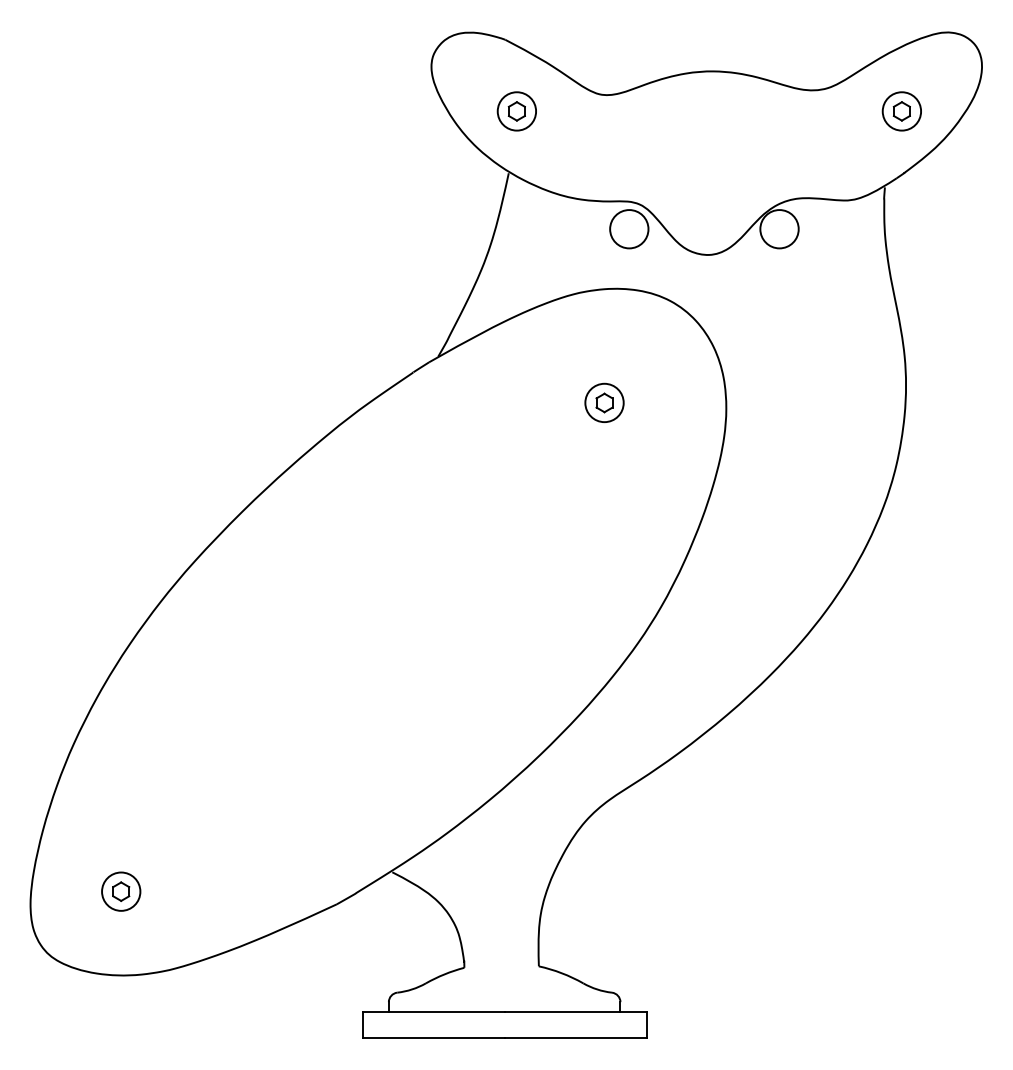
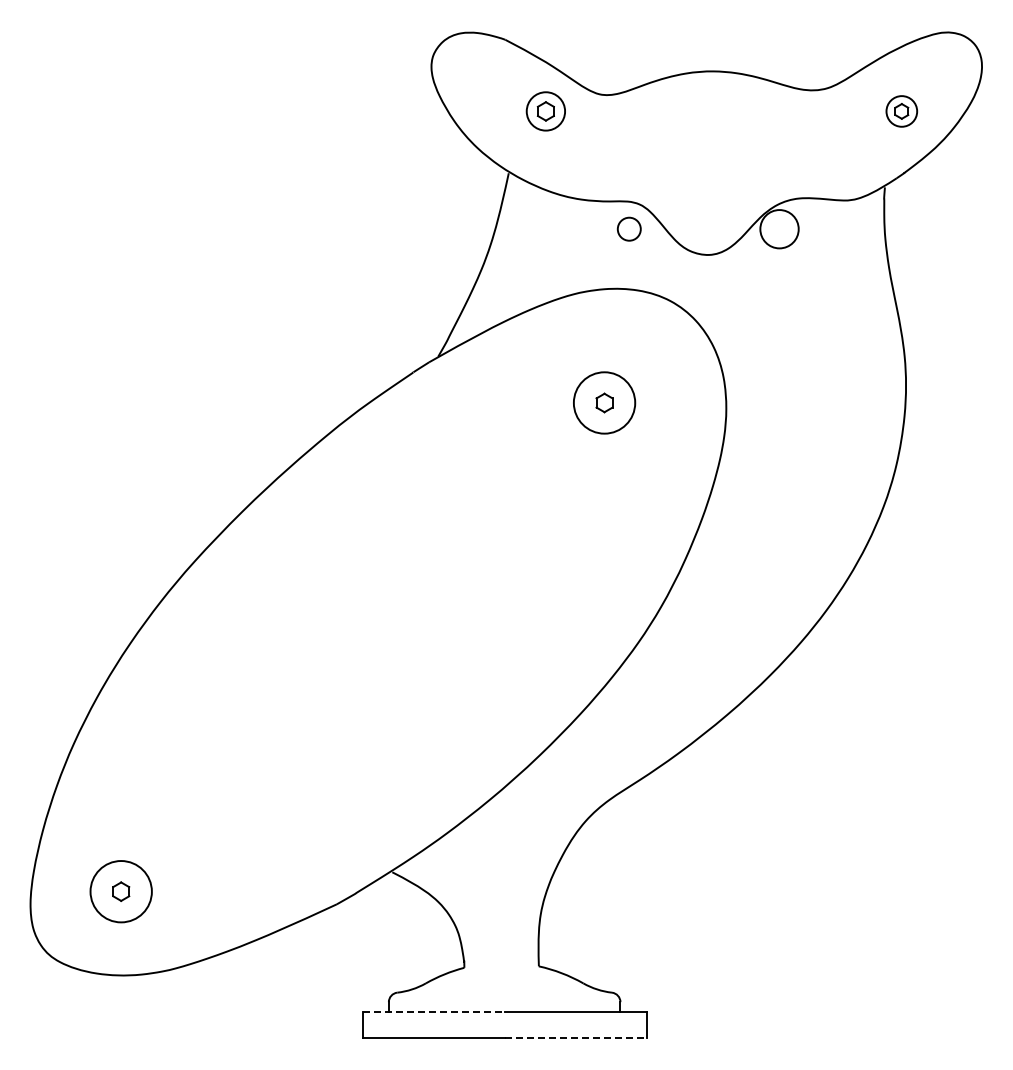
part at (516, 111) position: (516, 111) -> (545, 111)
part at (901, 111) size: 41x41 px -> 34x33 px
circle at (629, 229) diameter: 38 px -> 23 px
circle at (604, 402) diameter: 38 px -> 61 px
circle at (121, 891) diameter: 38 px -> 61 px
line at (434, 1012): solid -> dashed
line at (576, 1037): solid -> dashed
